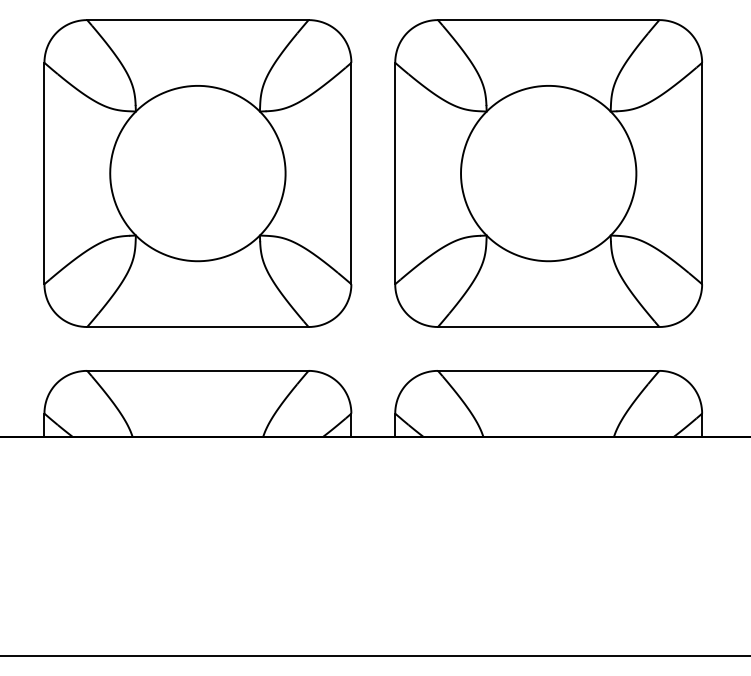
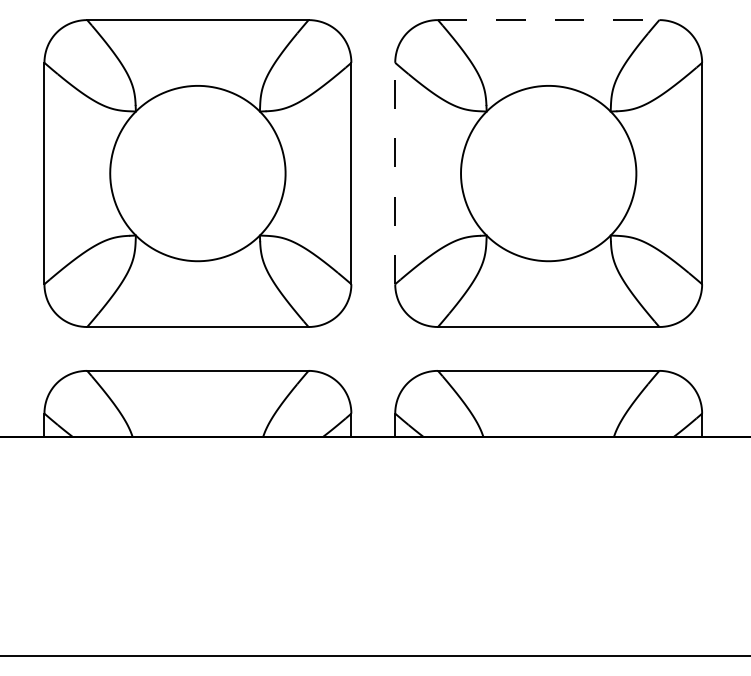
line at (548, 20): solid -> dashed
line at (395, 173): solid -> dashed
